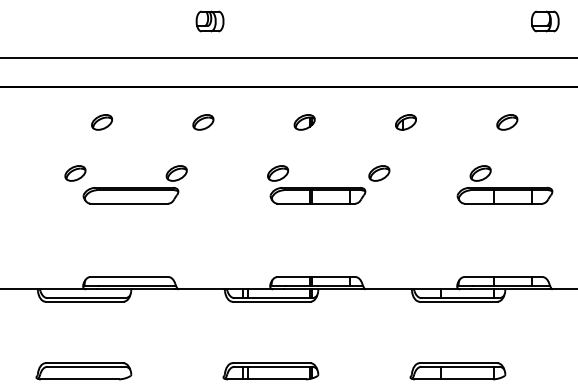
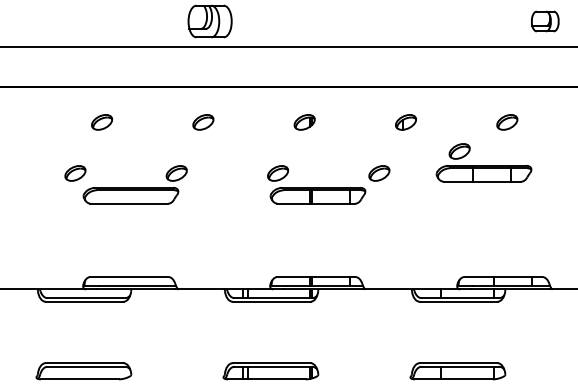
part at (209, 21) size: 30x23 px -> 46x35 px
line at (288, 57) position: (288, 57) -> (288, 46)
part at (504, 184) position: (504, 184) -> (483, 162)
